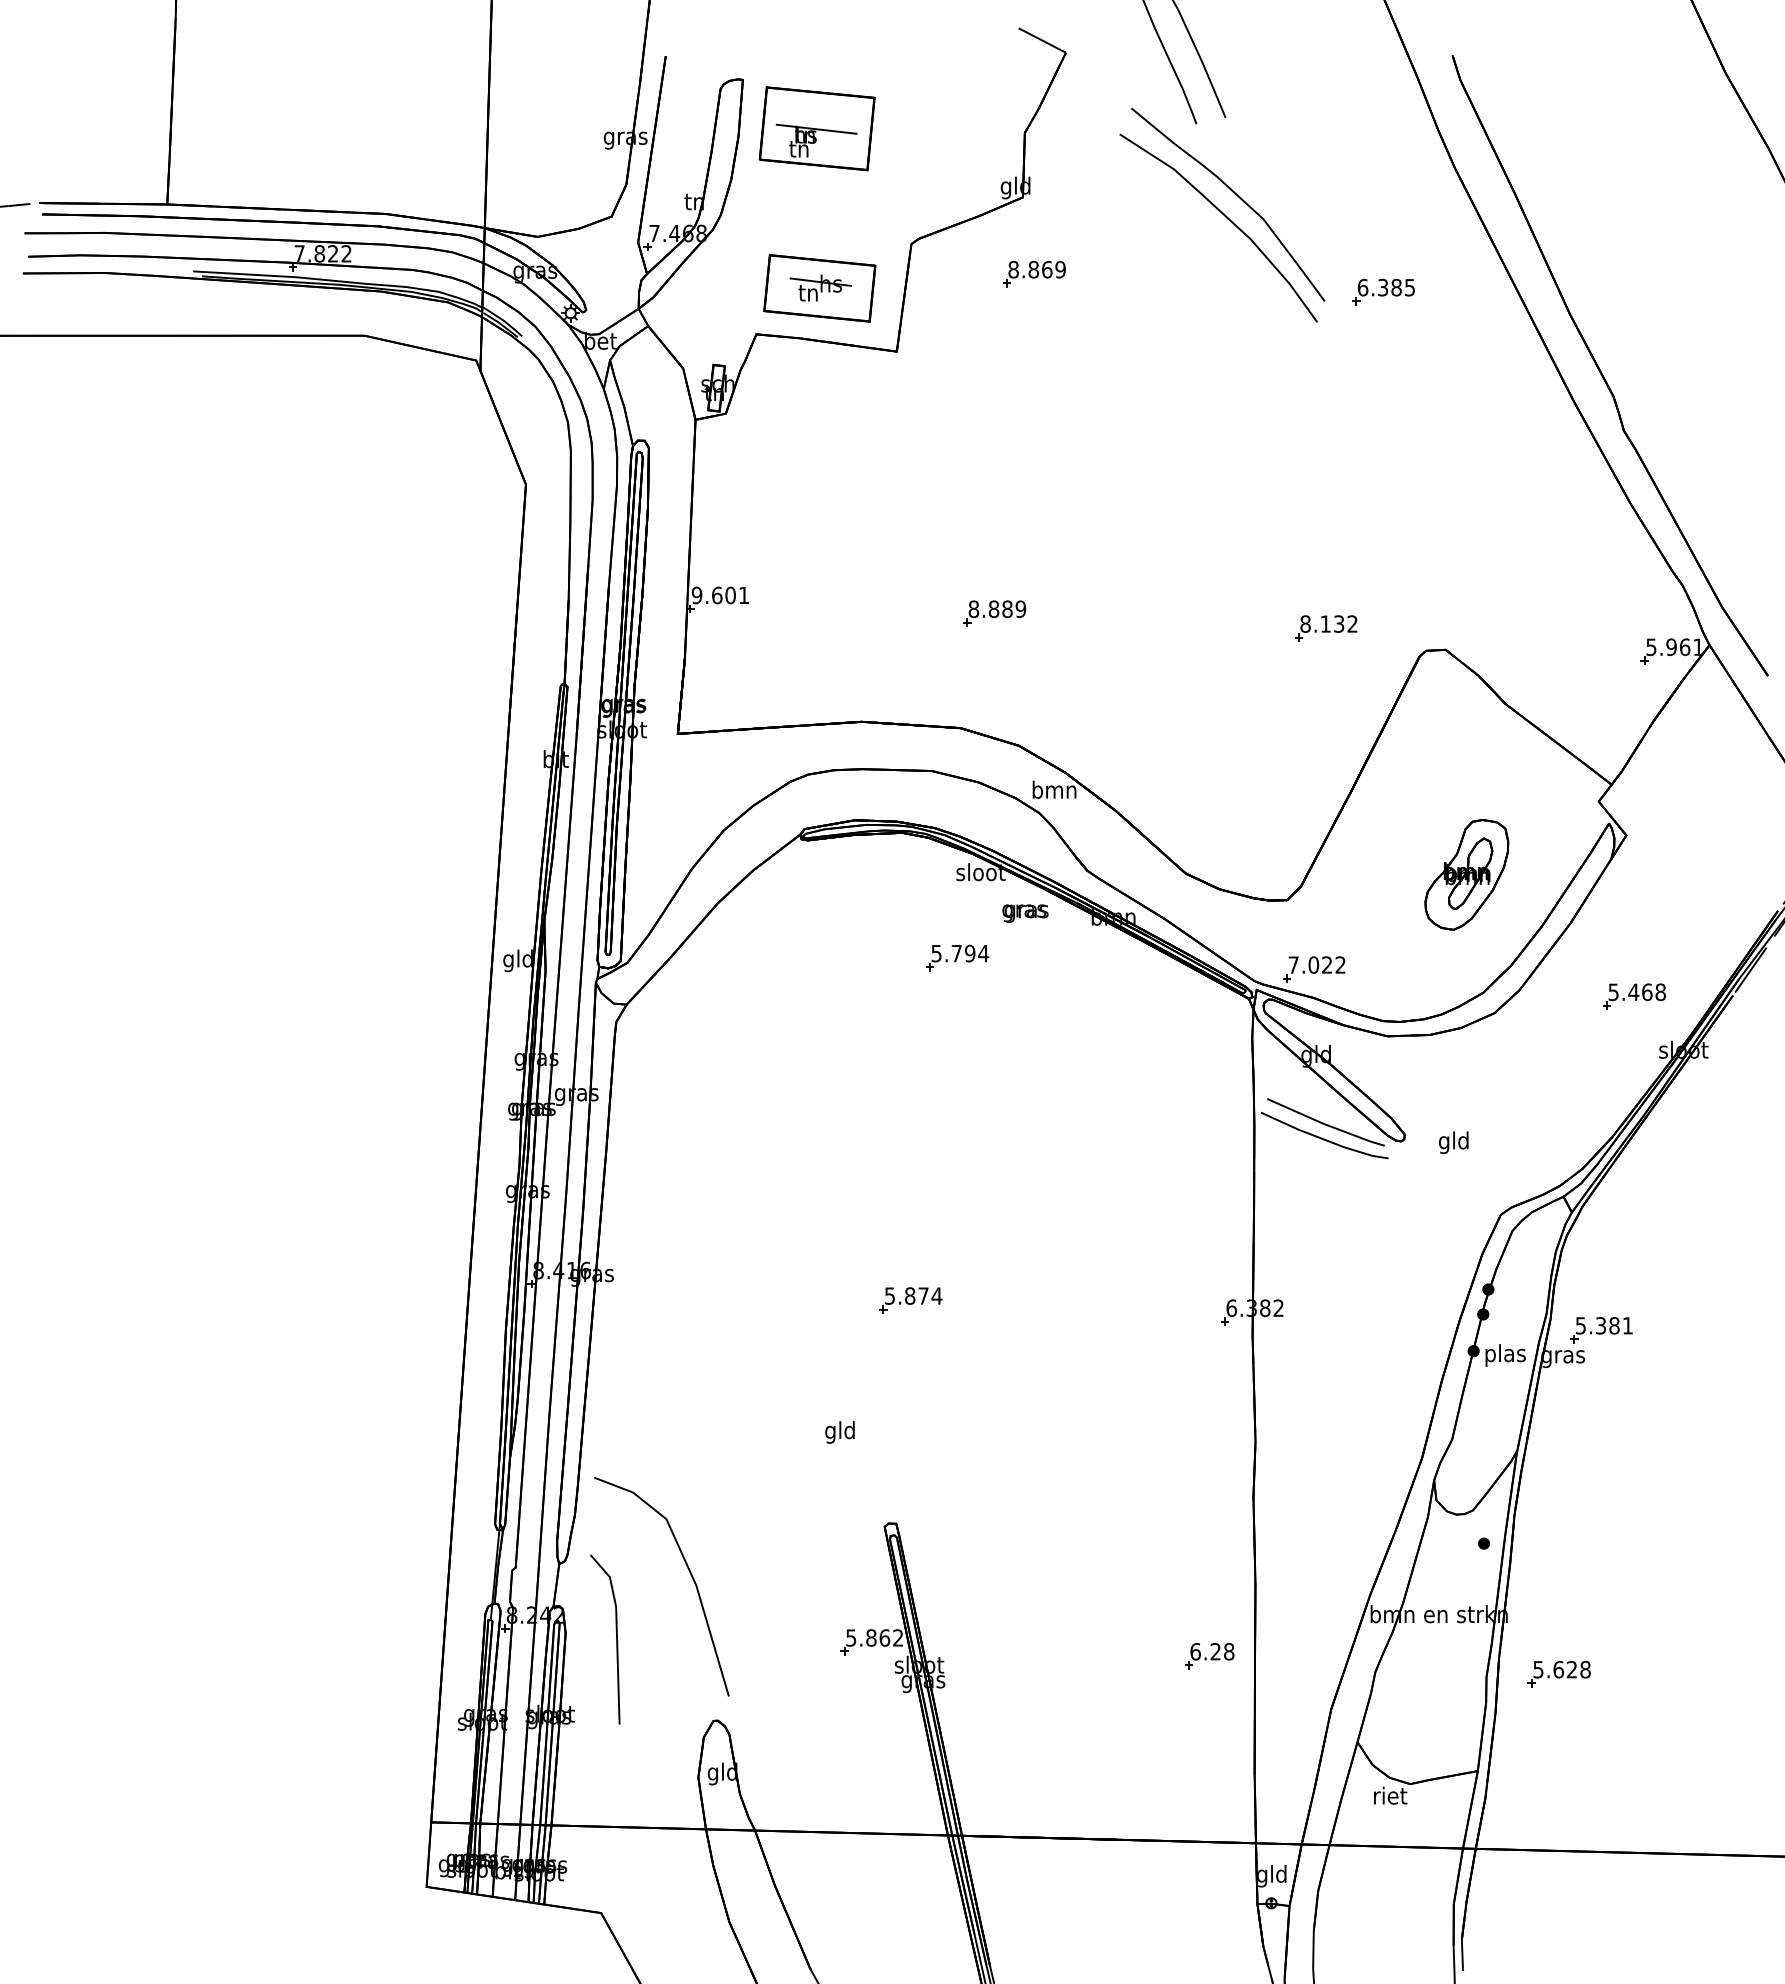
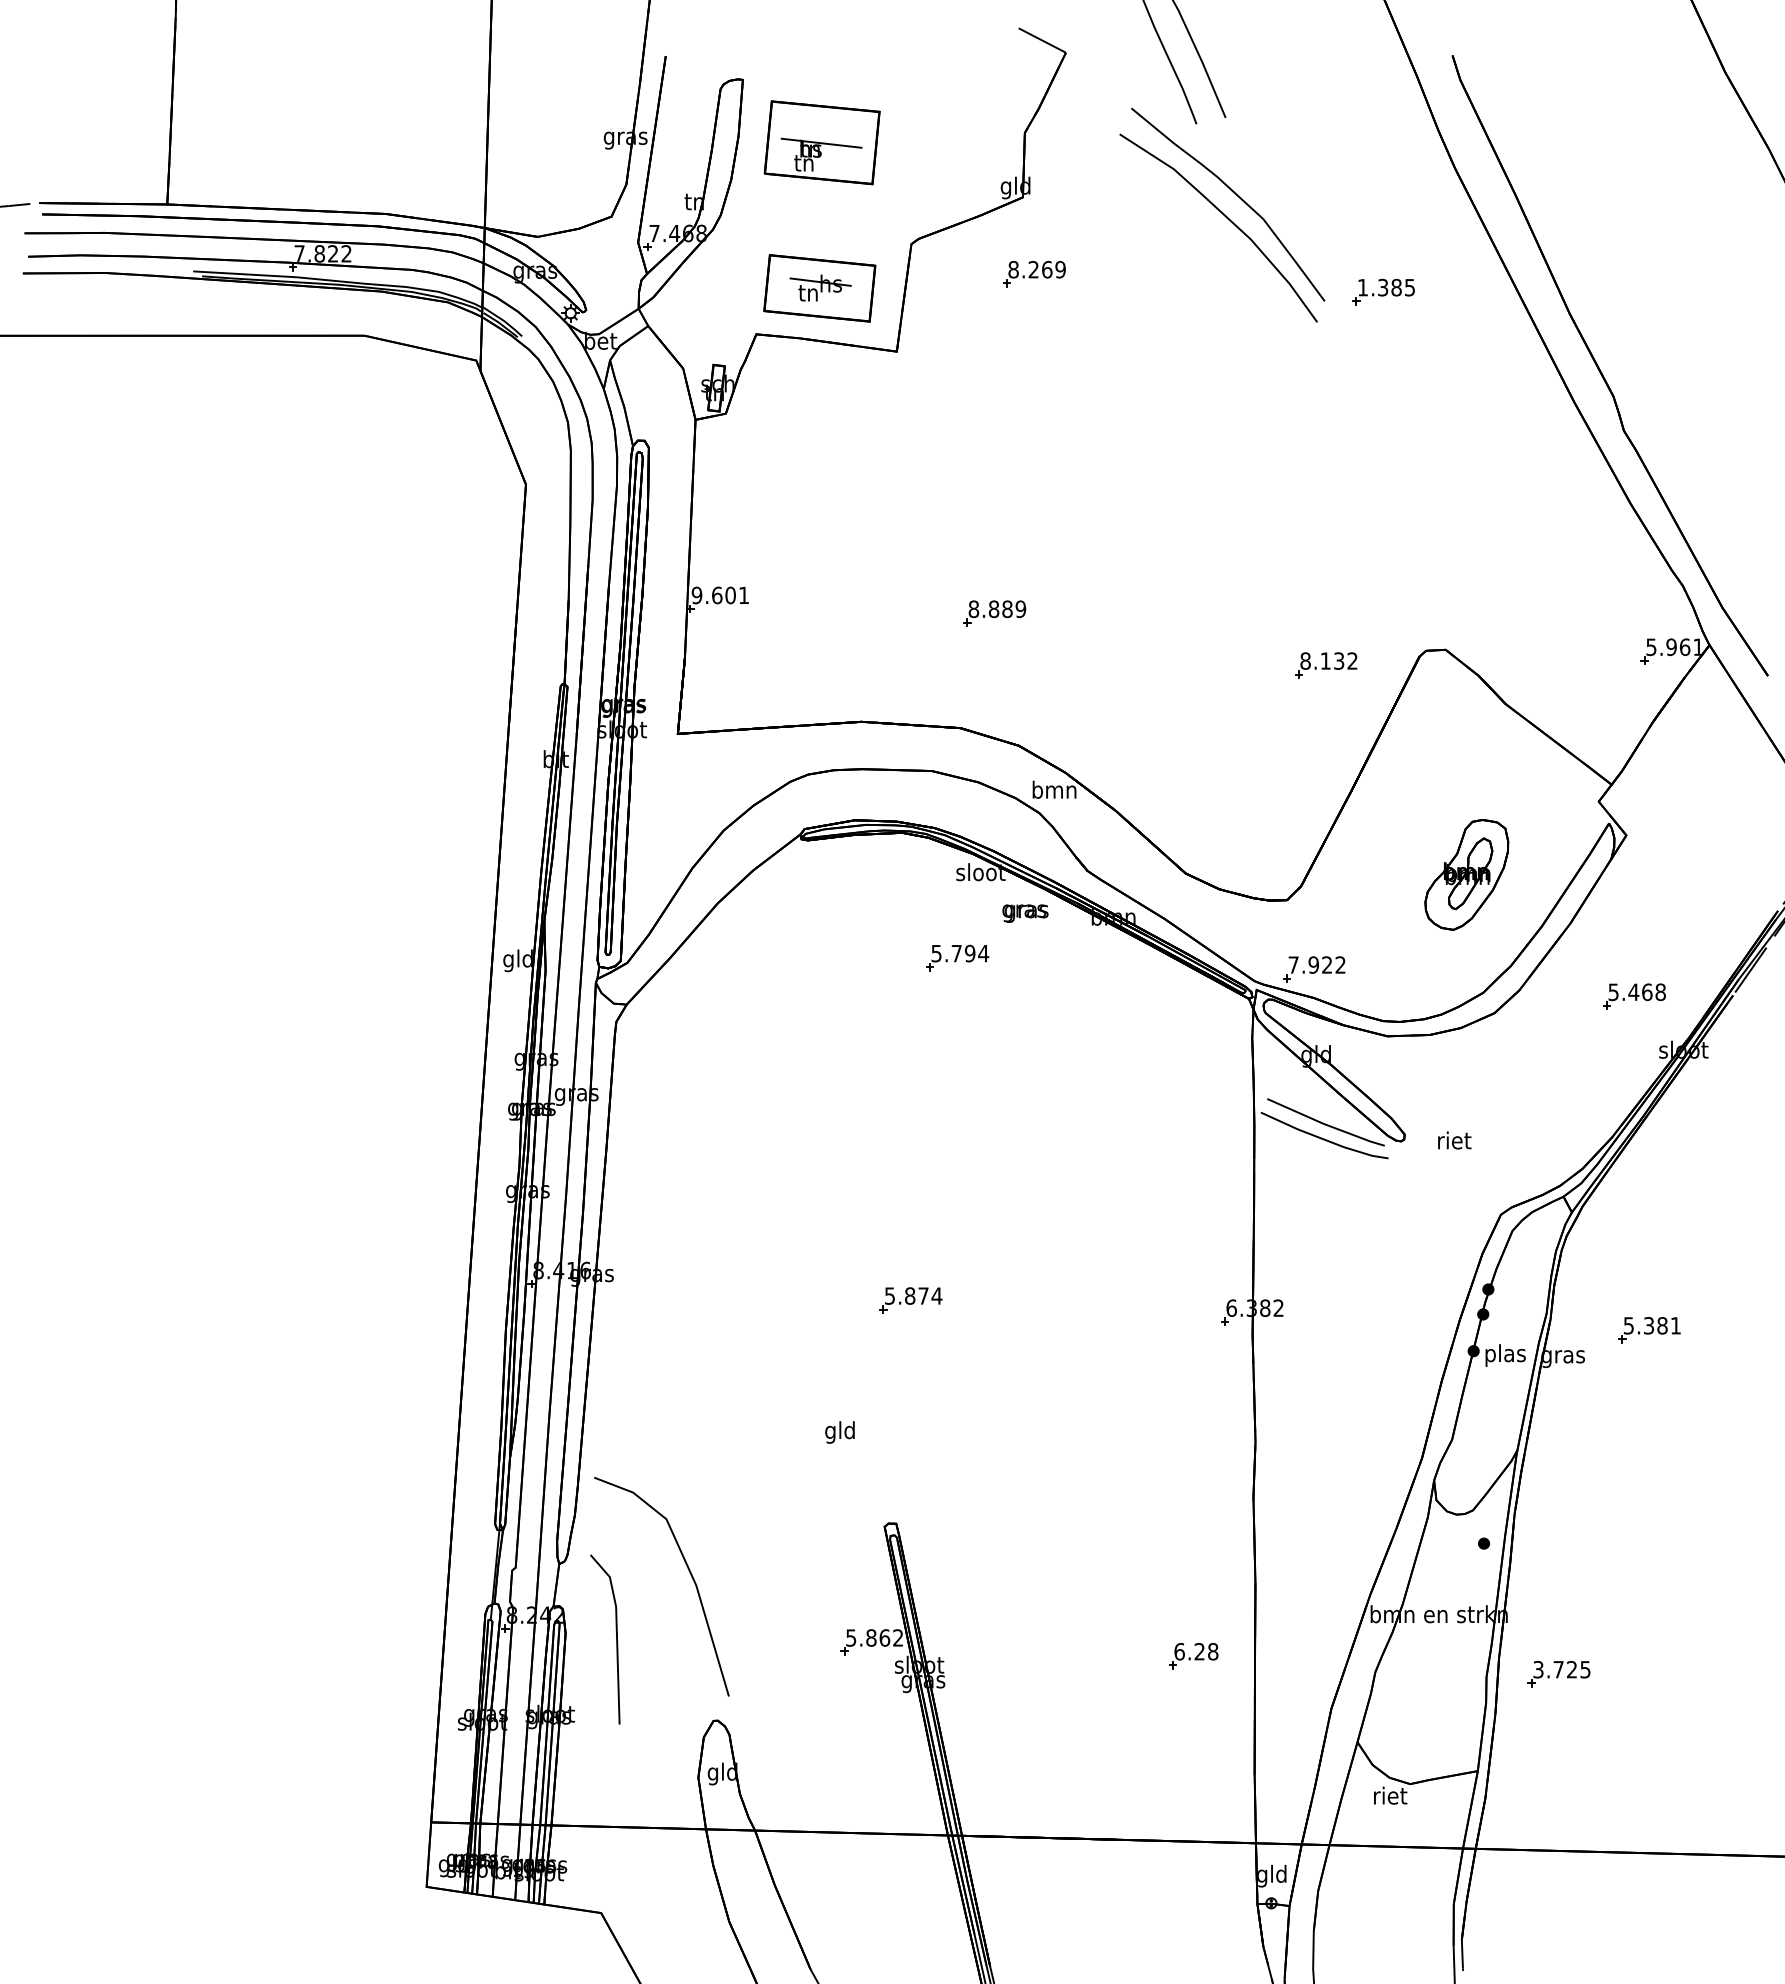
part at (816, 128) position: (816, 128) -> (821, 142)
text at (1033, 269): 8.869 -> 8.269
text at (1362, 287): 6.385 -> 1.385
part at (1326, 628) position: (1326, 628) -> (1326, 665)
text at (1313, 964): 7.022 -> 7.922
text at (1454, 1142): gld -> riet
part at (1601, 1330) position: (1601, 1330) -> (1649, 1330)
part at (1209, 1656) position: (1209, 1656) -> (1193, 1656)
text at (1562, 1669): 5.628 -> 3.725
